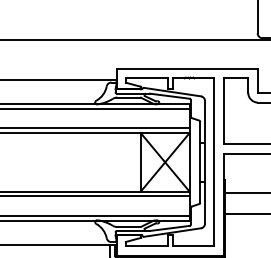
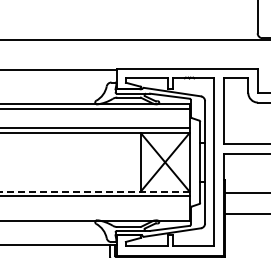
line at (59, 79) position: (59, 79) -> (59, 69)
line at (94, 191): solid -> dashed
line at (95, 215): present -> none
